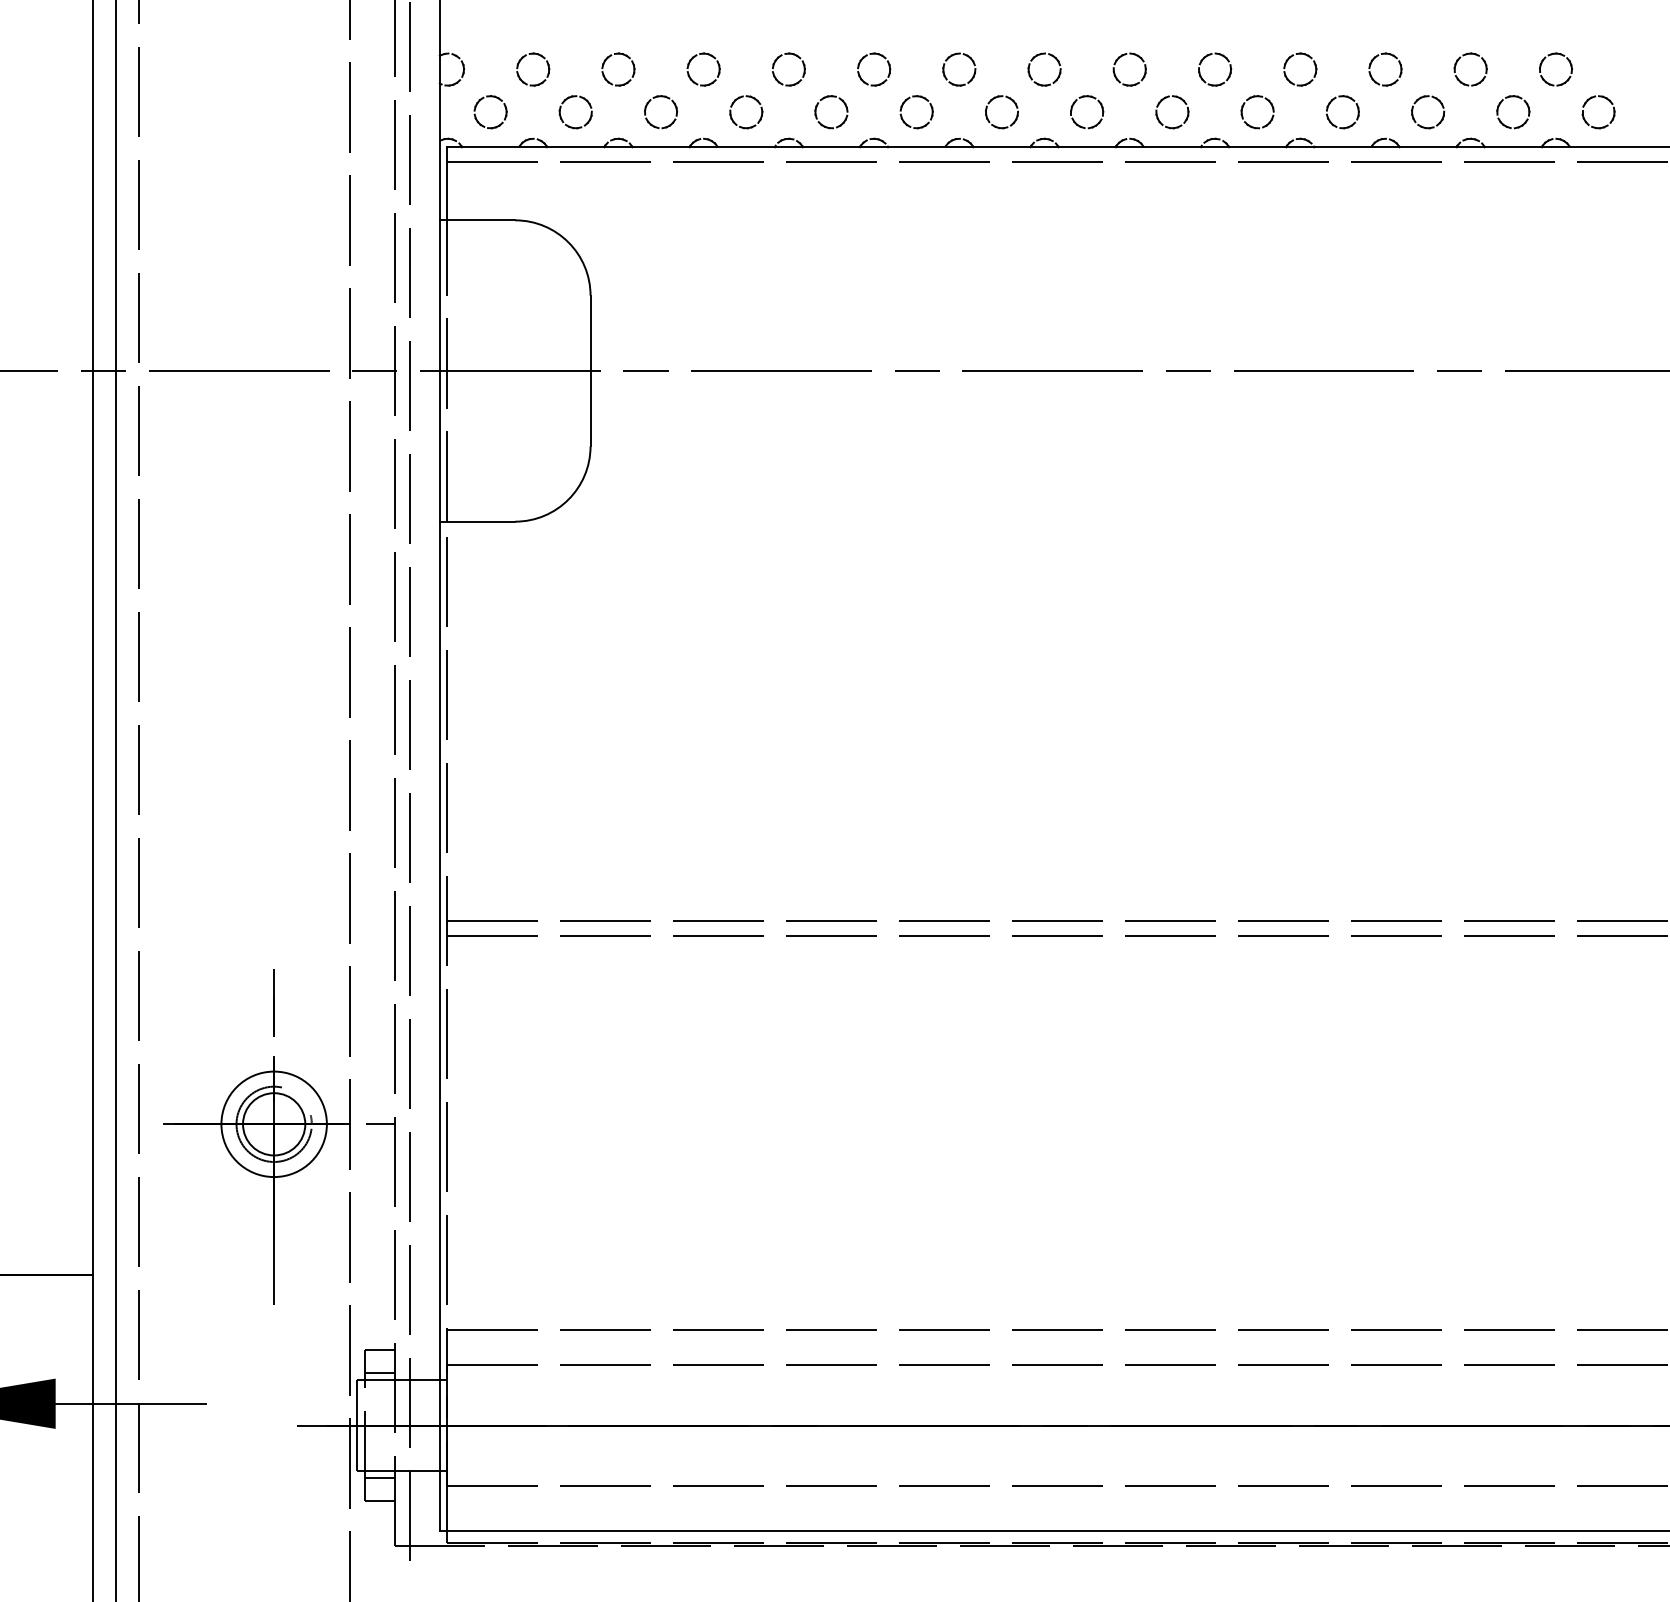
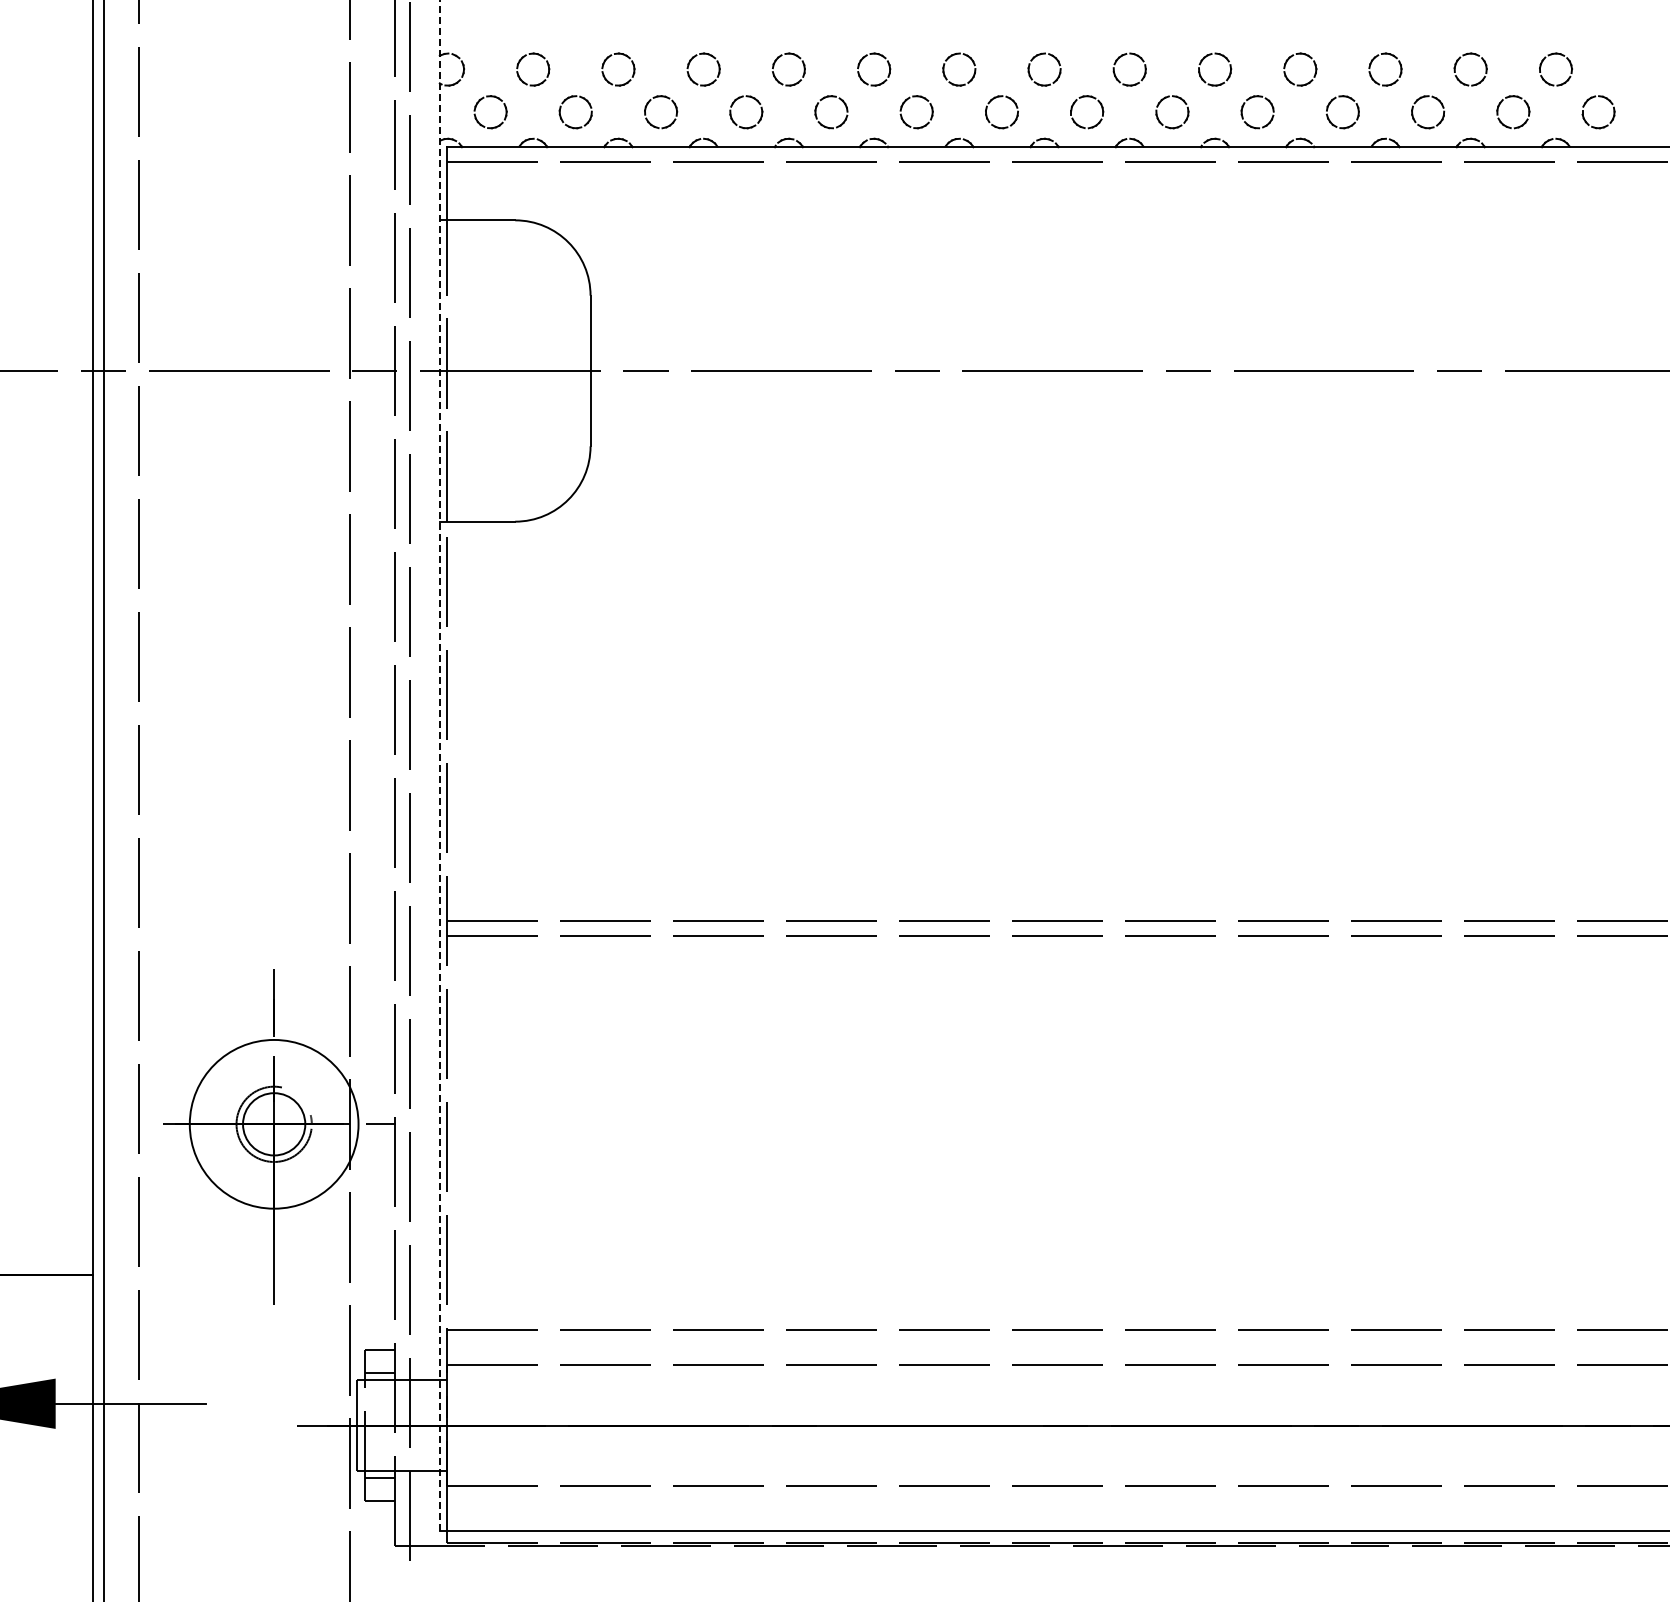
line at (439, 765): solid -> dashed
line at (115, 800) position: (115, 800) -> (103, 800)
circle at (273, 1124) diameter: 105 px -> 169 px
